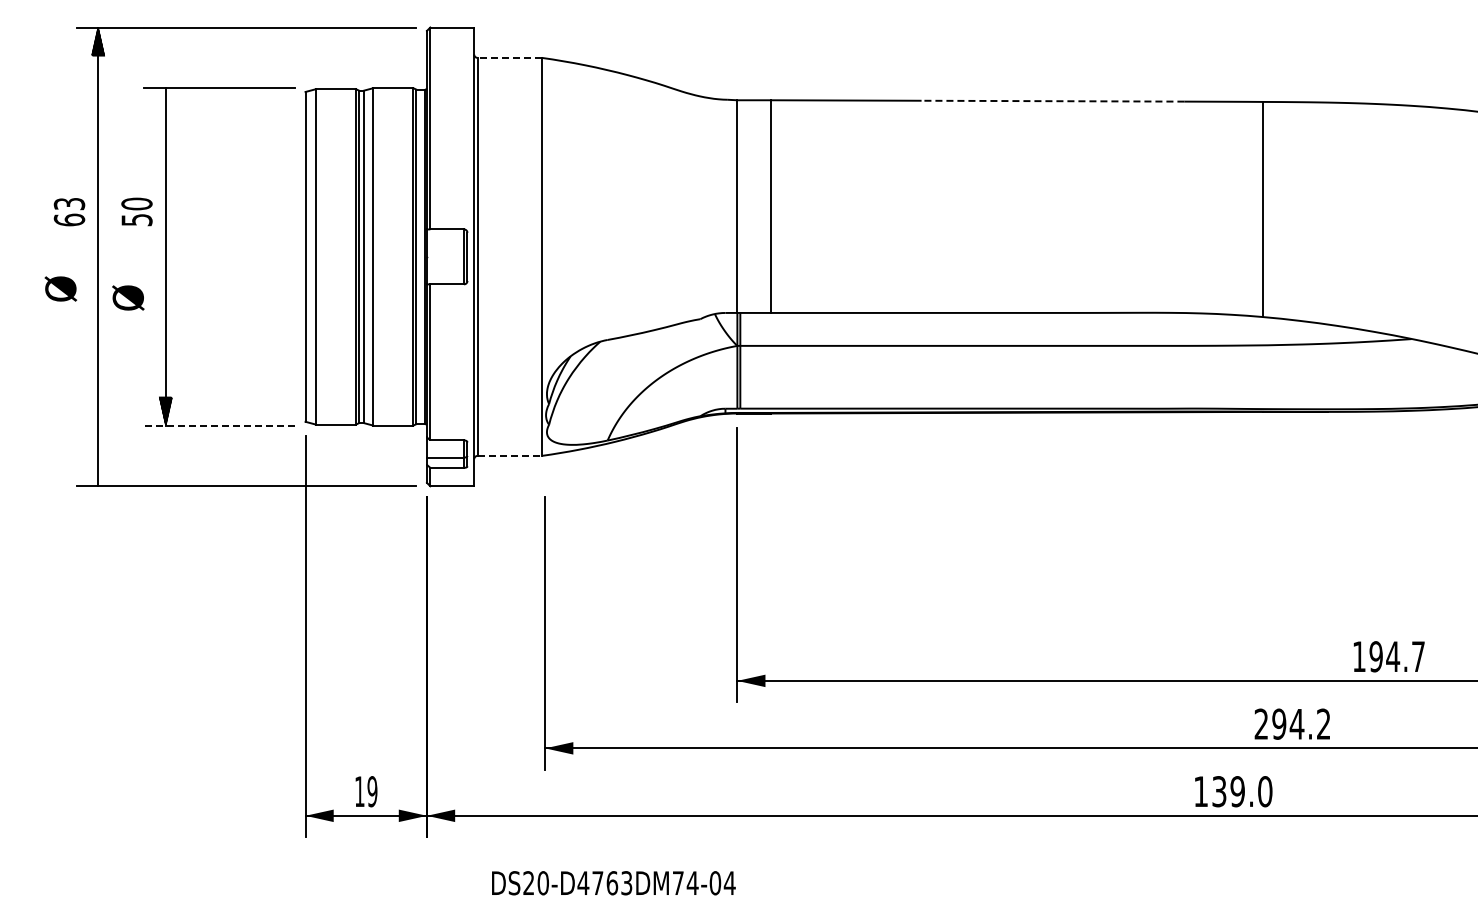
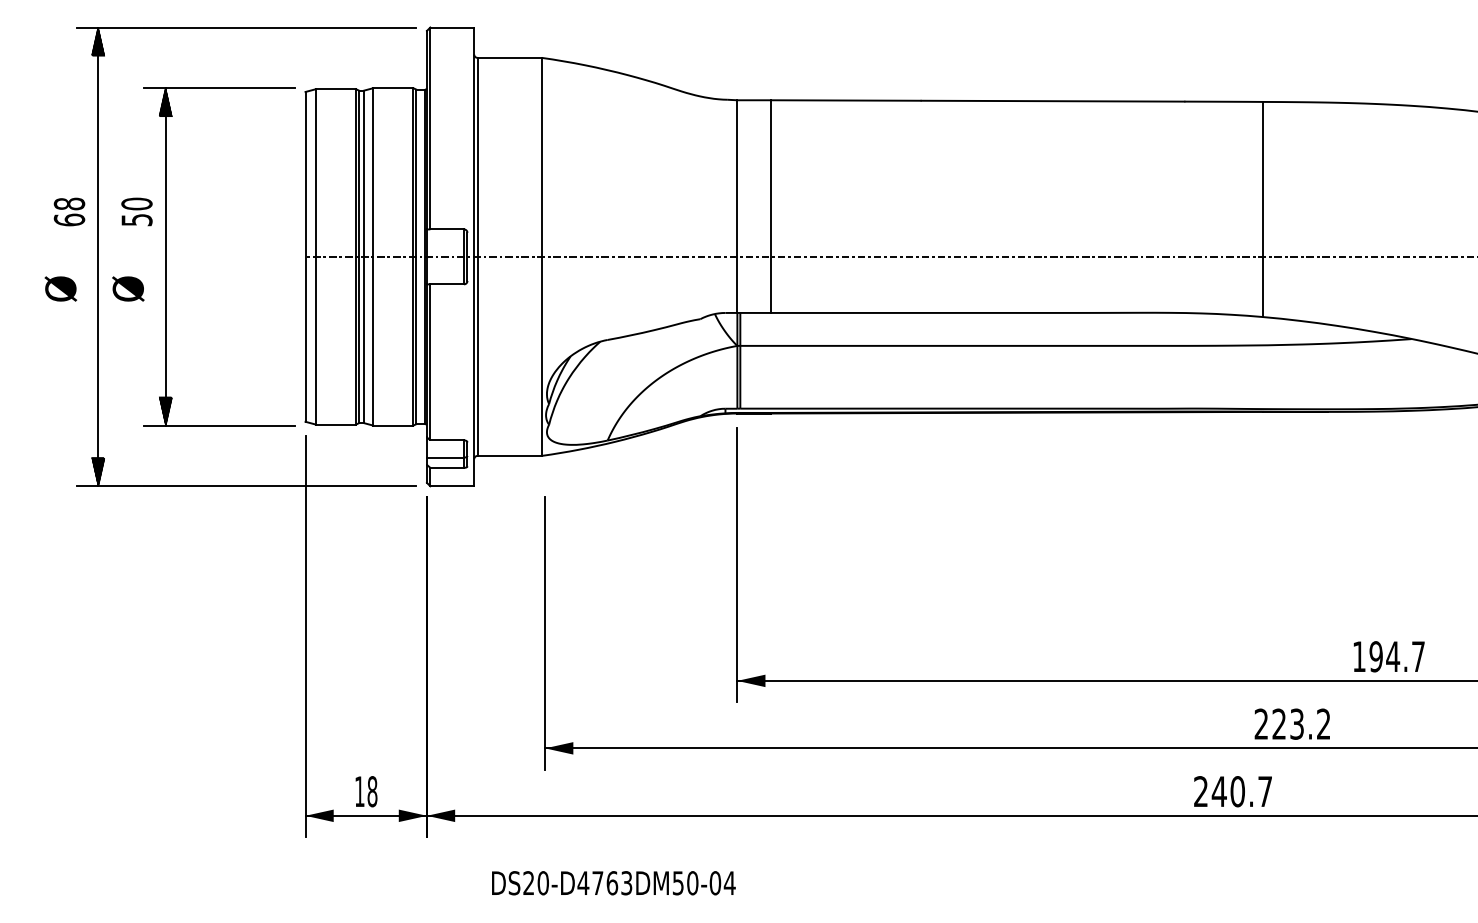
line at (509, 57): dashed -> solid
line at (1052, 101): dashed -> solid
hatch at (165, 102): none -> present
text at (69, 203): 63 -> 68
line at (889, 256): none -> present
text at (128, 297) position: (128, 297) -> (128, 288)
line at (219, 425): dashed -> solid
line at (510, 455): dashed -> solid
hatch at (98, 472): none -> present
text at (1288, 723): 294.2 -> 223.2
text at (372, 791): 19 -> 18
text at (1233, 791): 139.0 -> 240.7
text at (685, 883): DS20-D4763DM74-04 -> DS20-D4763DM50-04
